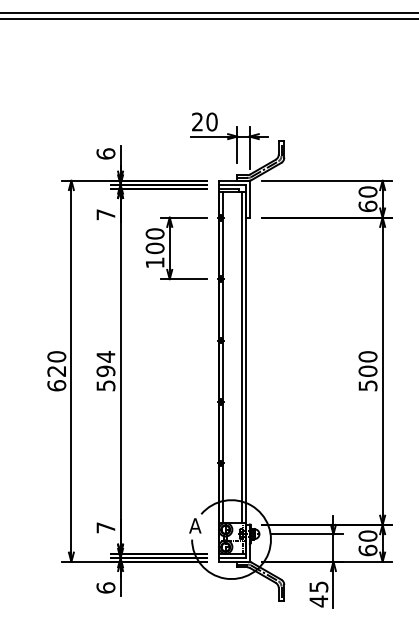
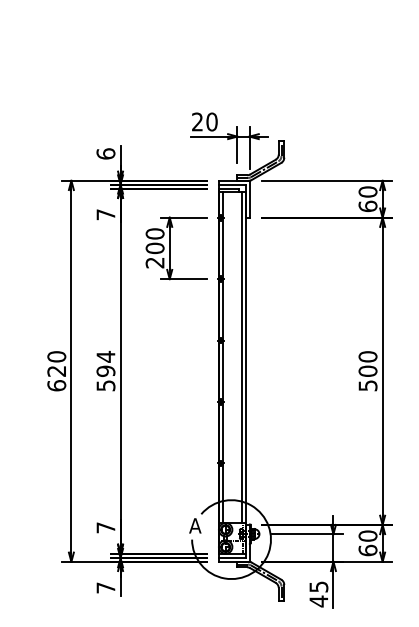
line at (208, 13): present -> none
line at (208, 18): present -> none
text at (154, 262): 100 -> 200
text at (105, 587): 6 -> 7
